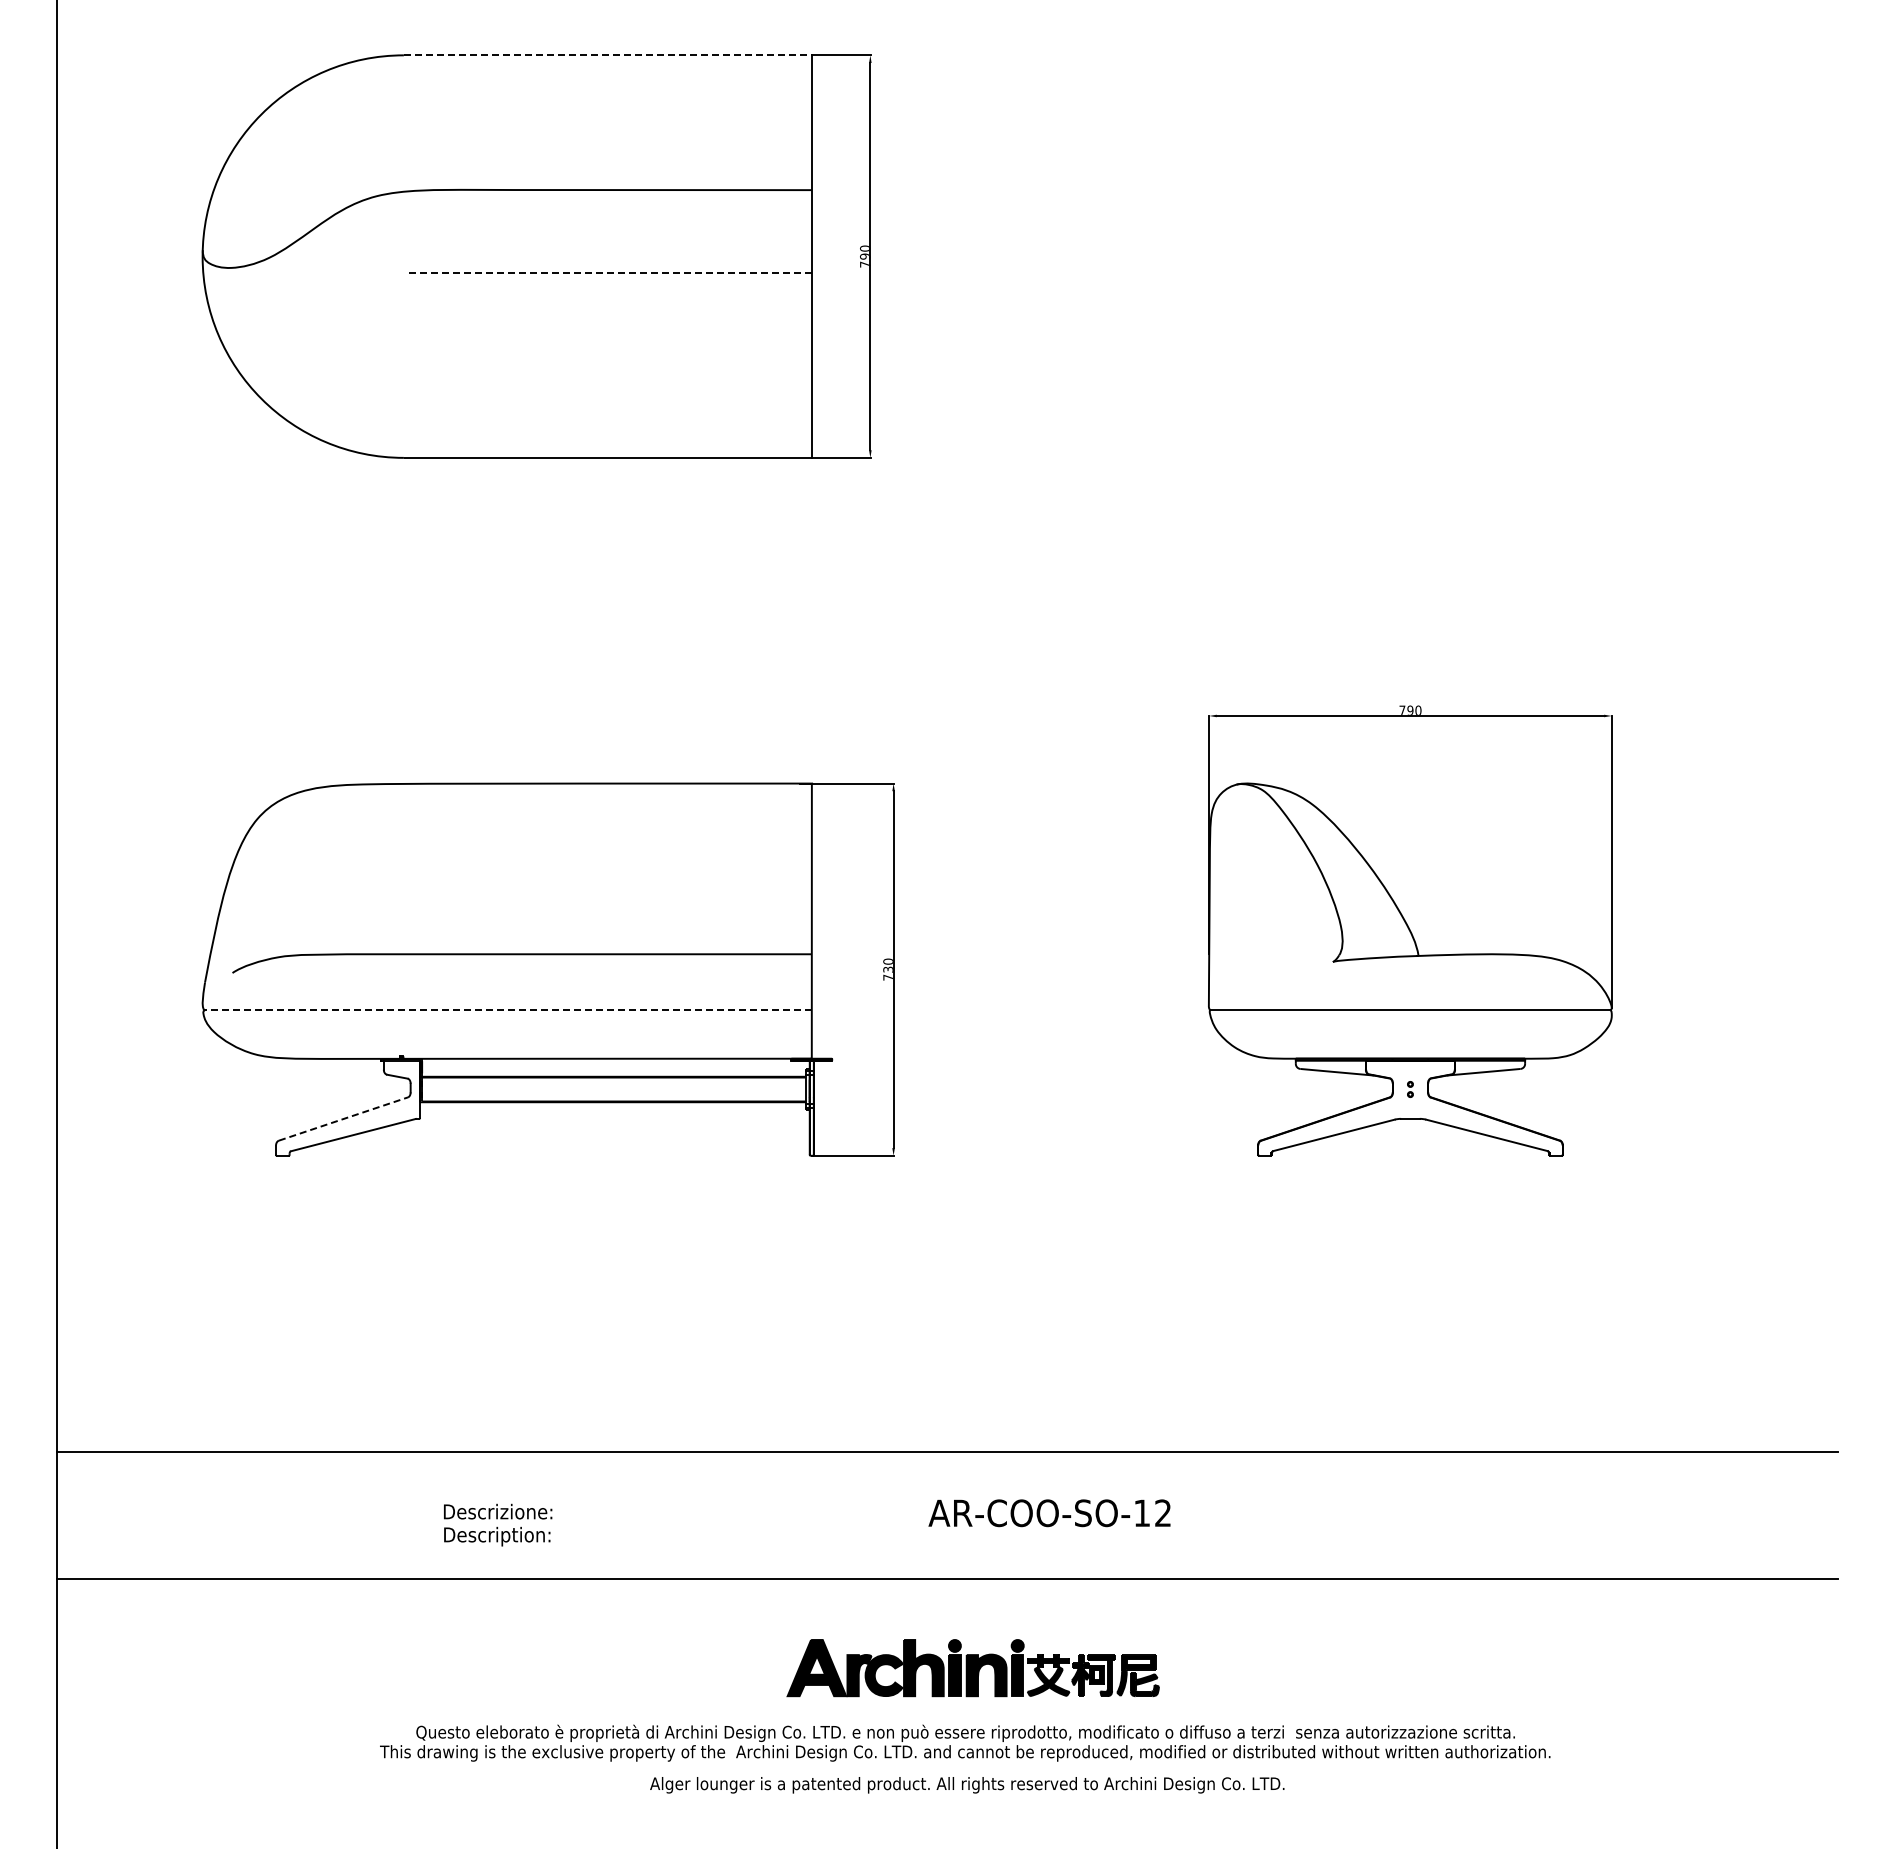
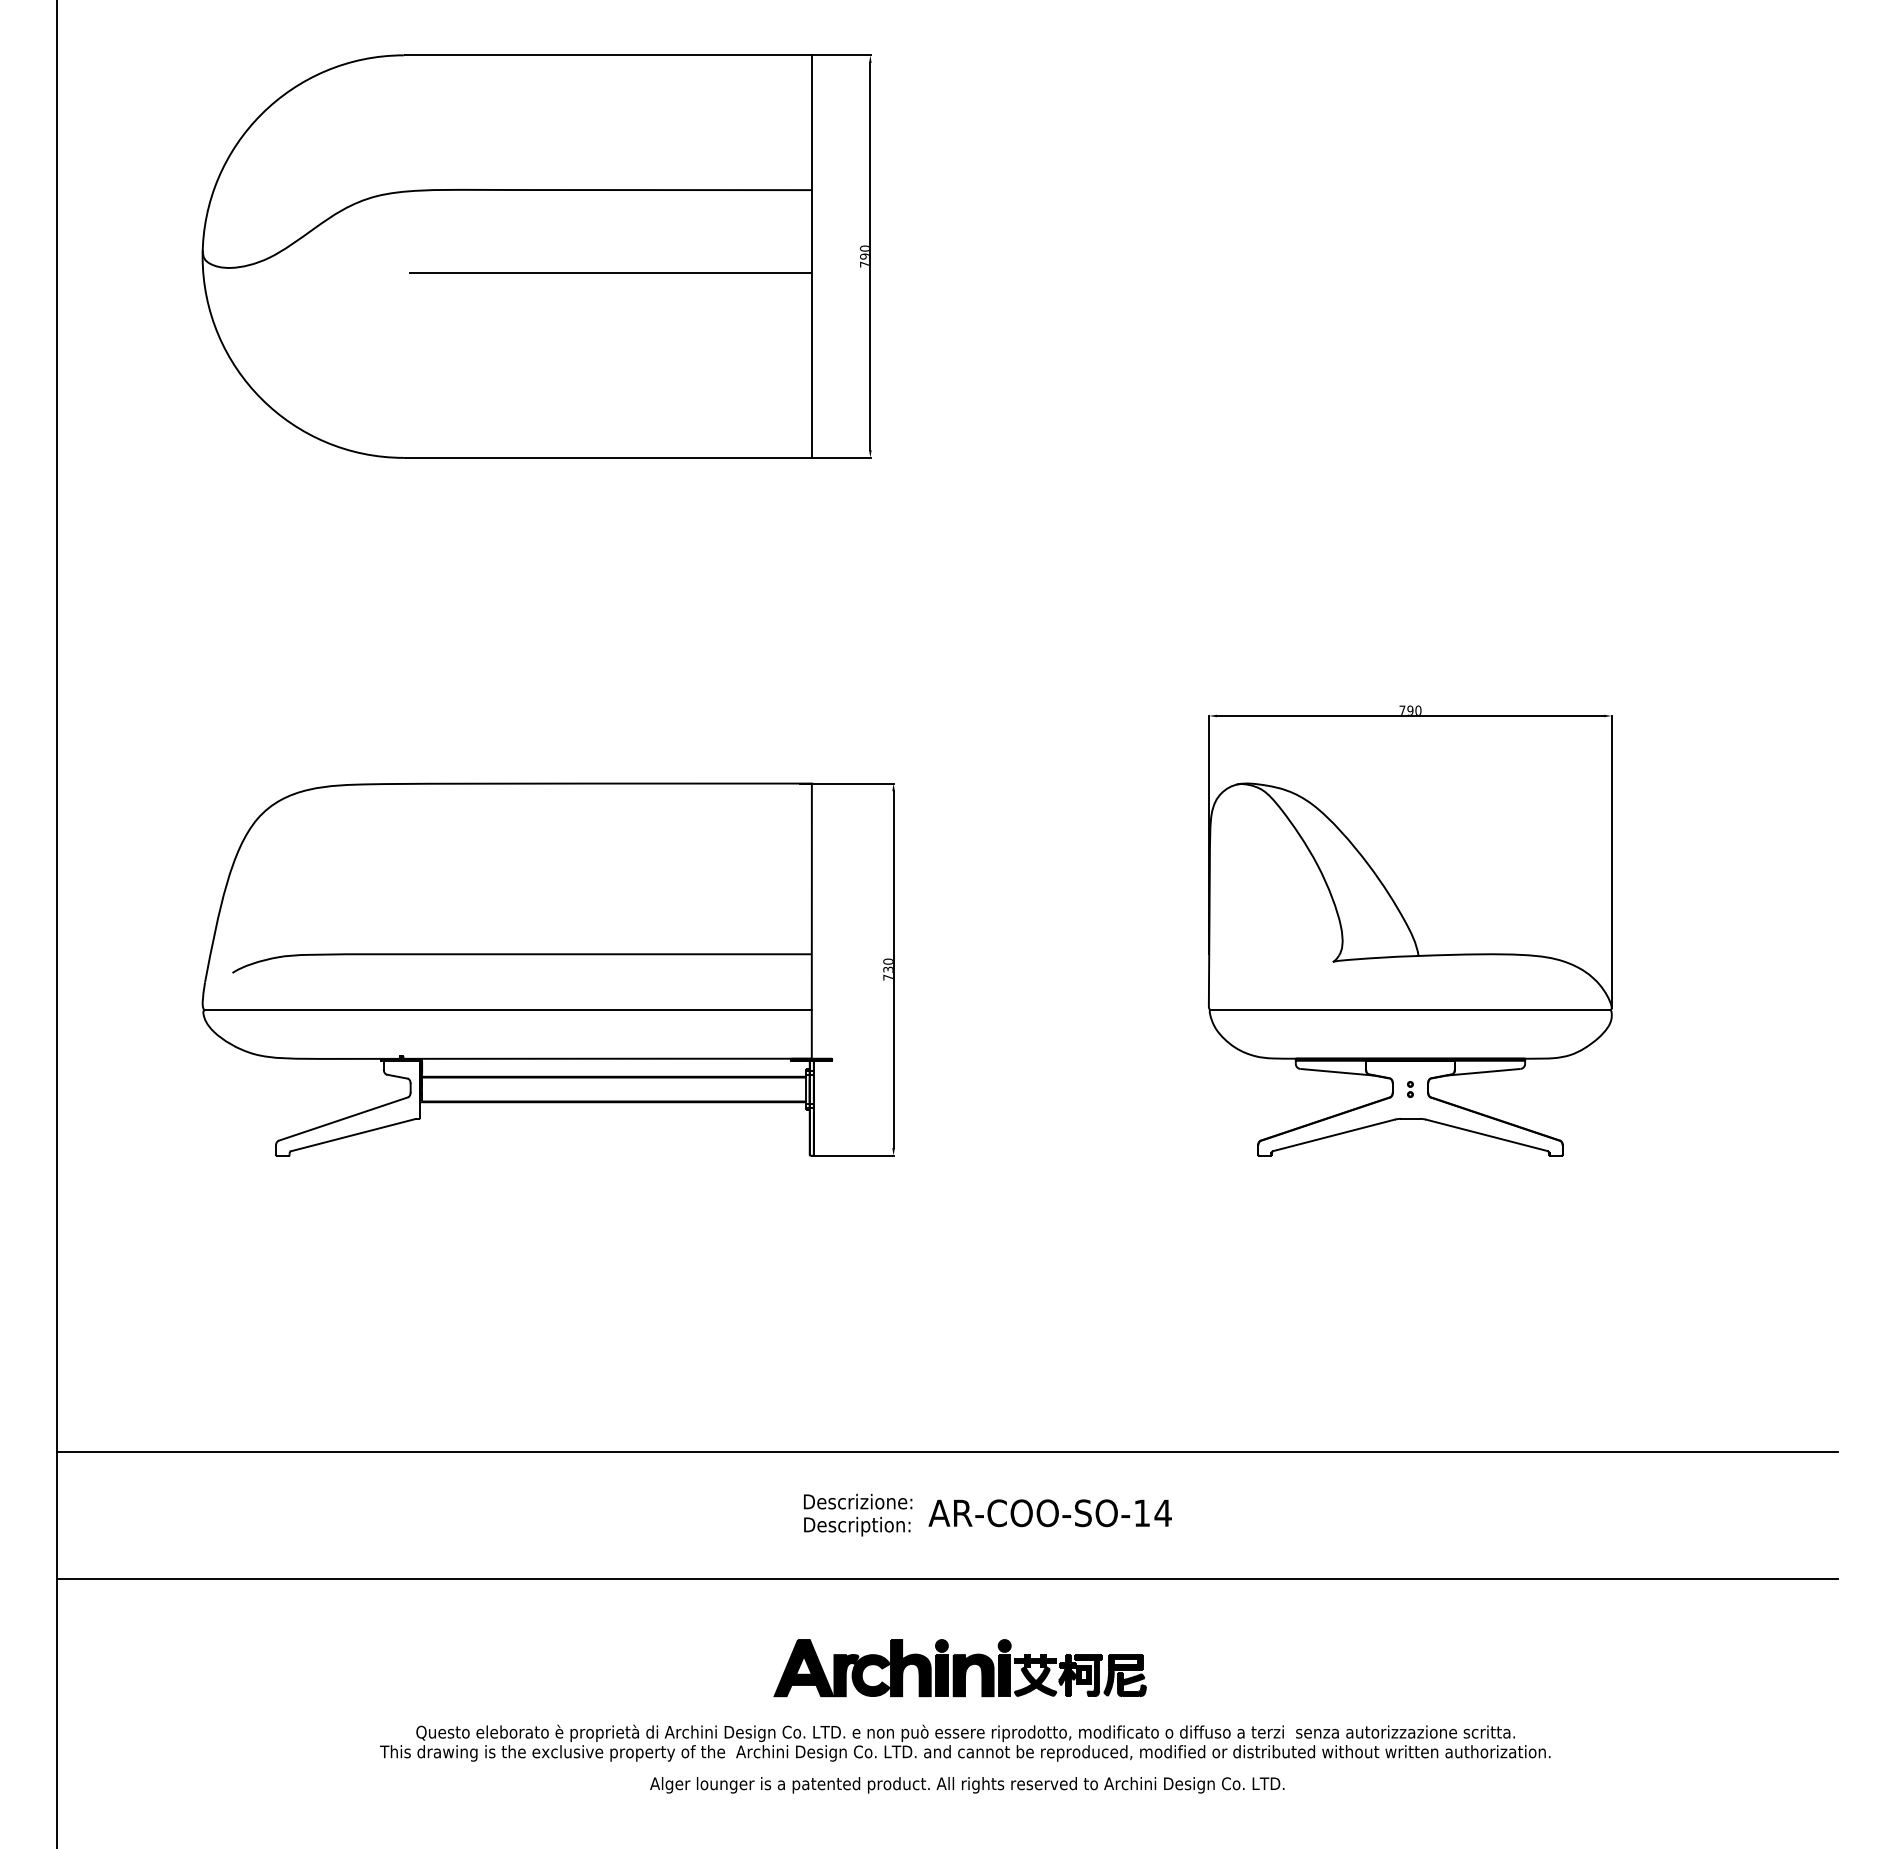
line at (607, 55): dashed -> solid
line at (610, 273): dashed -> solid
line at (507, 1010): dashed -> solid
line at (343, 1118): dashed -> solid
text at (1162, 1512): AR-COO-SO-12 -> AR-COO-SO-14
text at (498, 1524) position: (498, 1524) -> (858, 1514)
part at (972, 1668) position: (972, 1668) -> (959, 1668)
